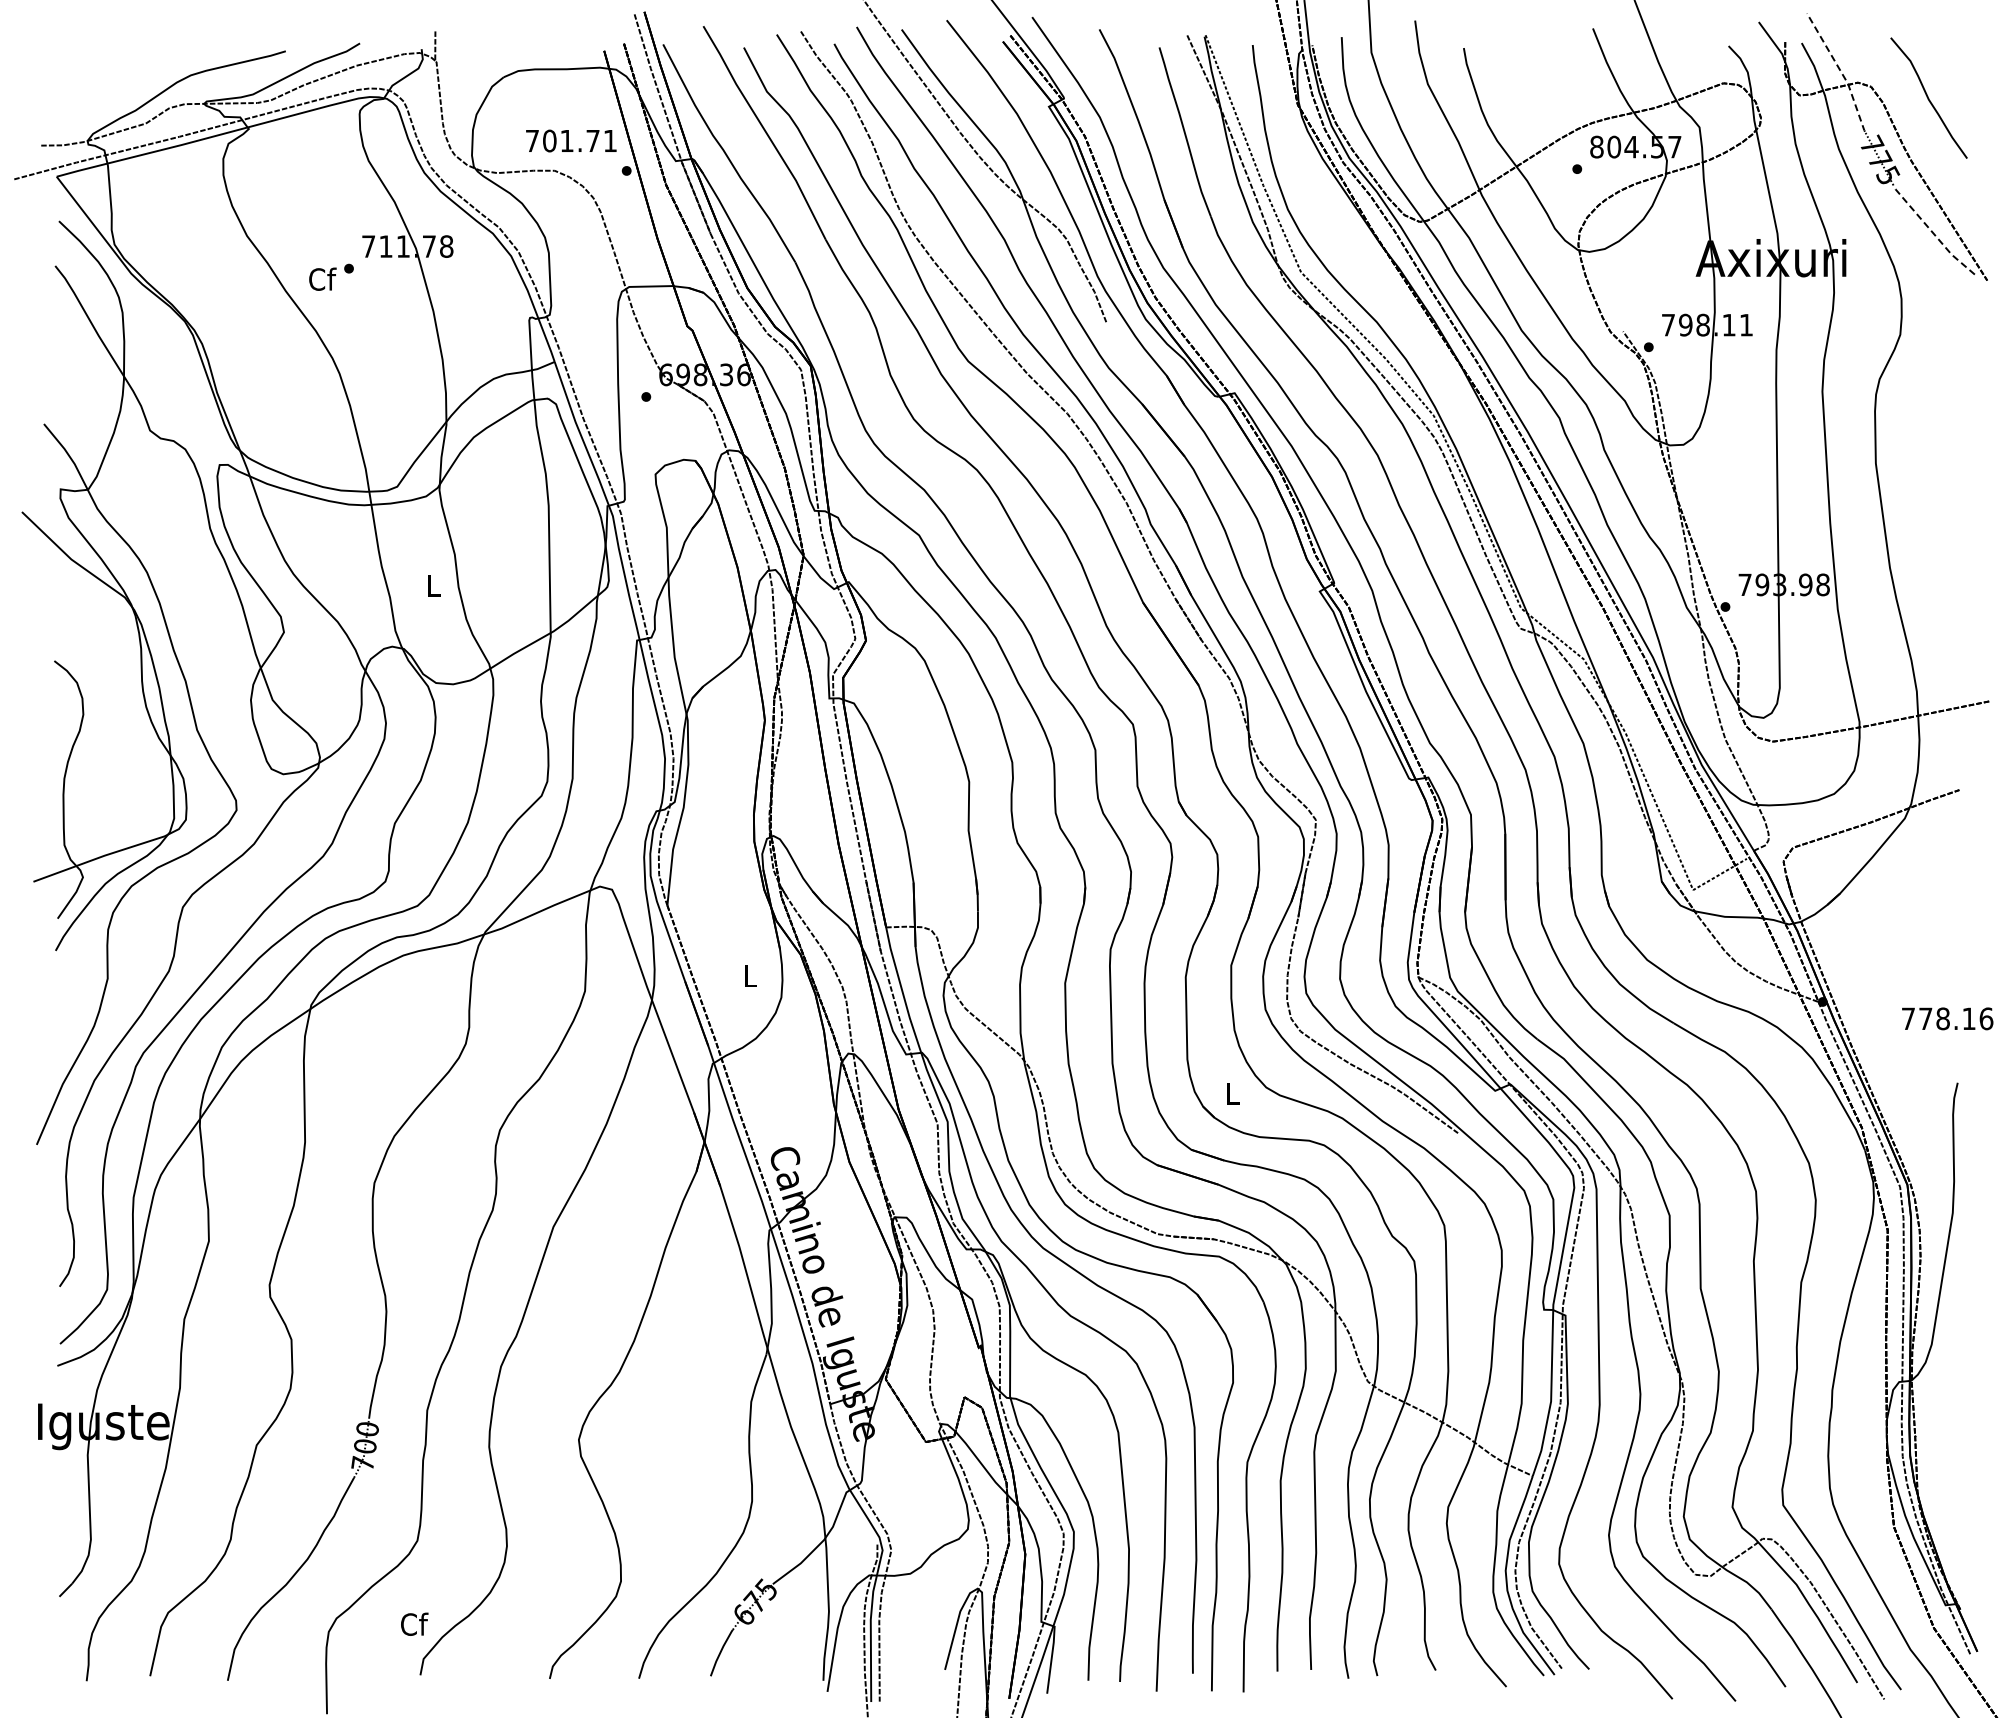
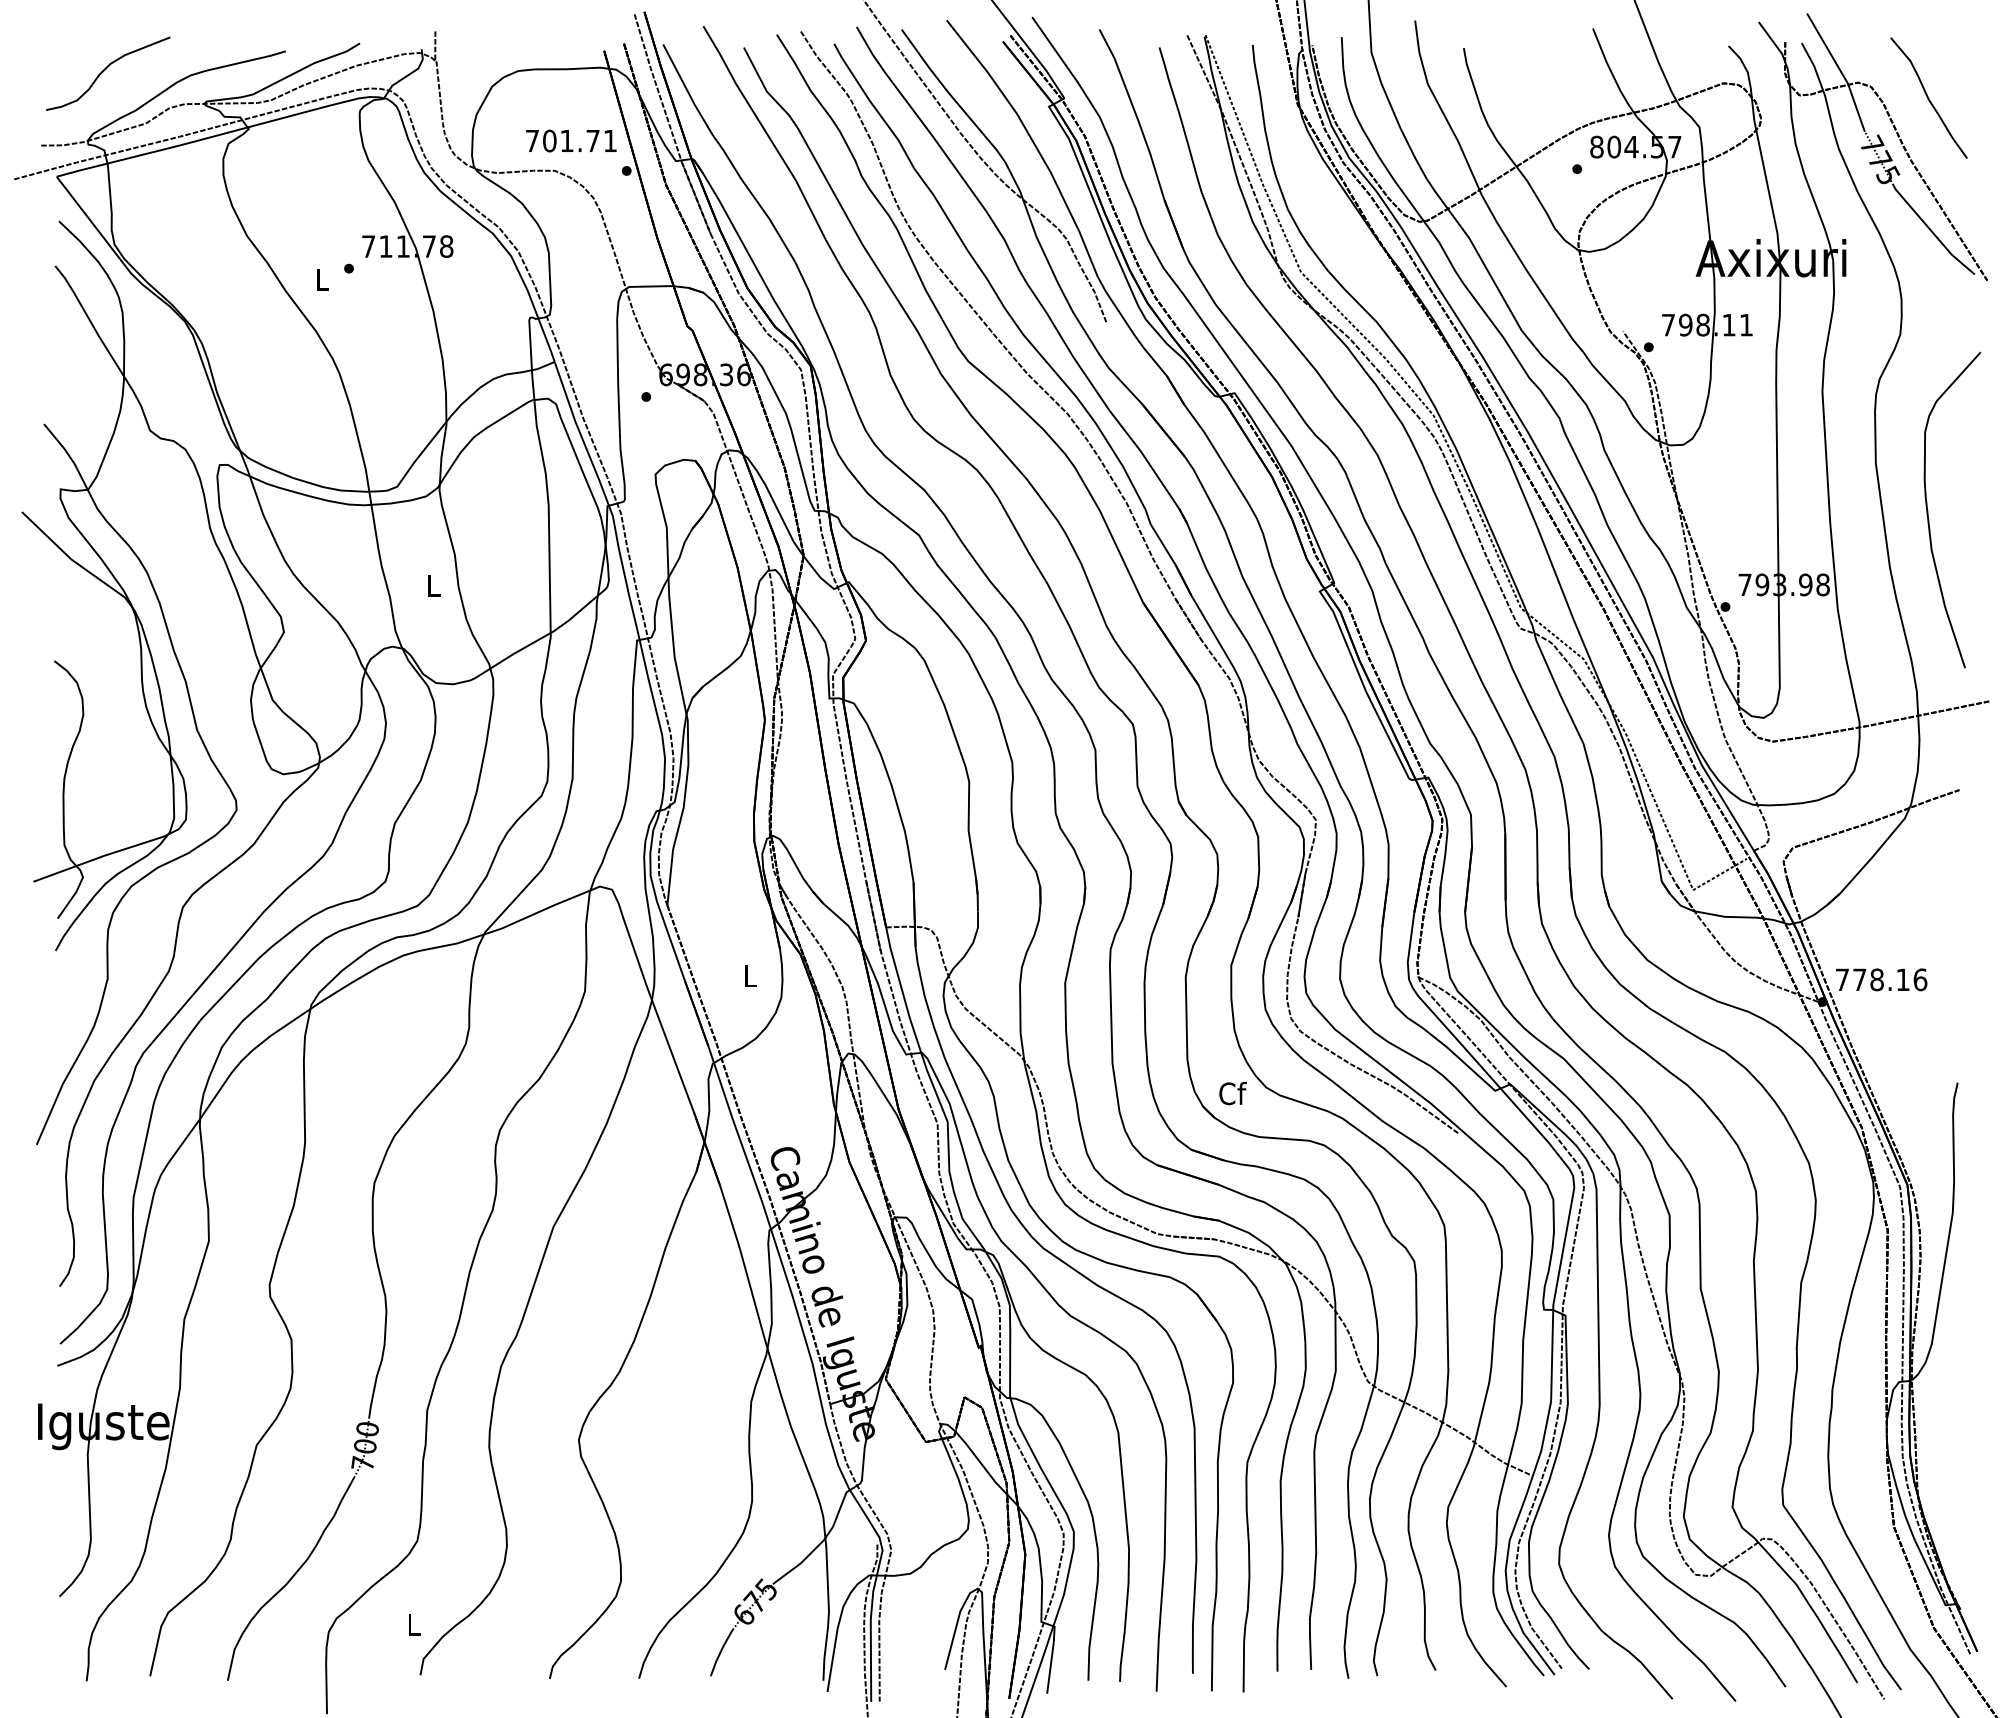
curve at (105, 70): none -> present
line at (1841, 71): dashed -> solid
line at (1931, 231): dashed -> solid
text at (322, 278): Cf -> L
curve at (1928, 510): none -> present
text at (1947, 1018) position: (1947, 1018) -> (1881, 979)
text at (1232, 1093): L -> Cf
text at (414, 1623): Cf -> L
